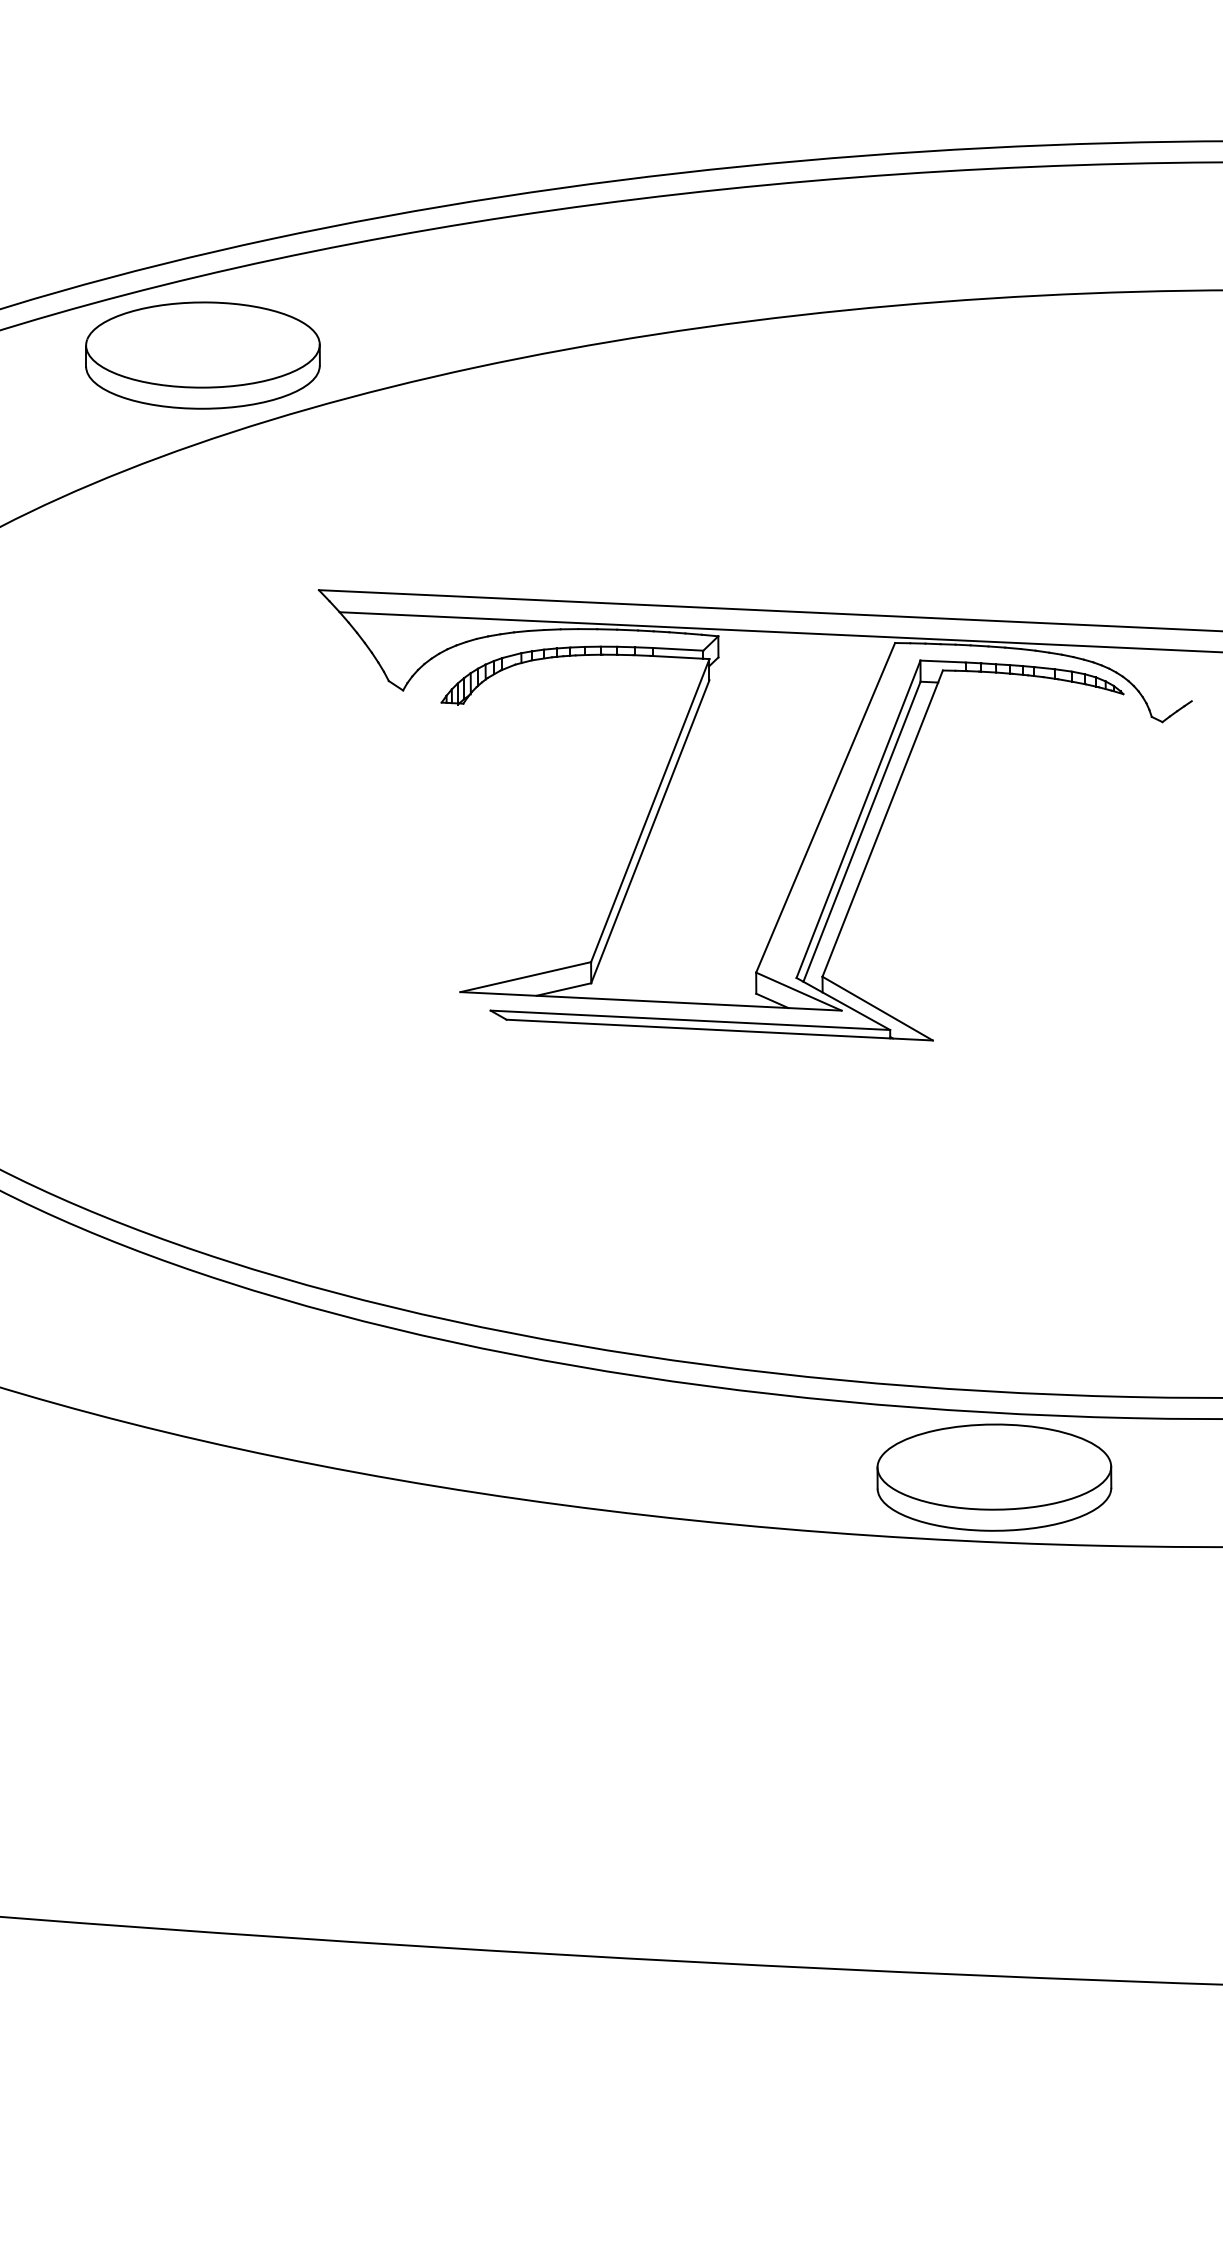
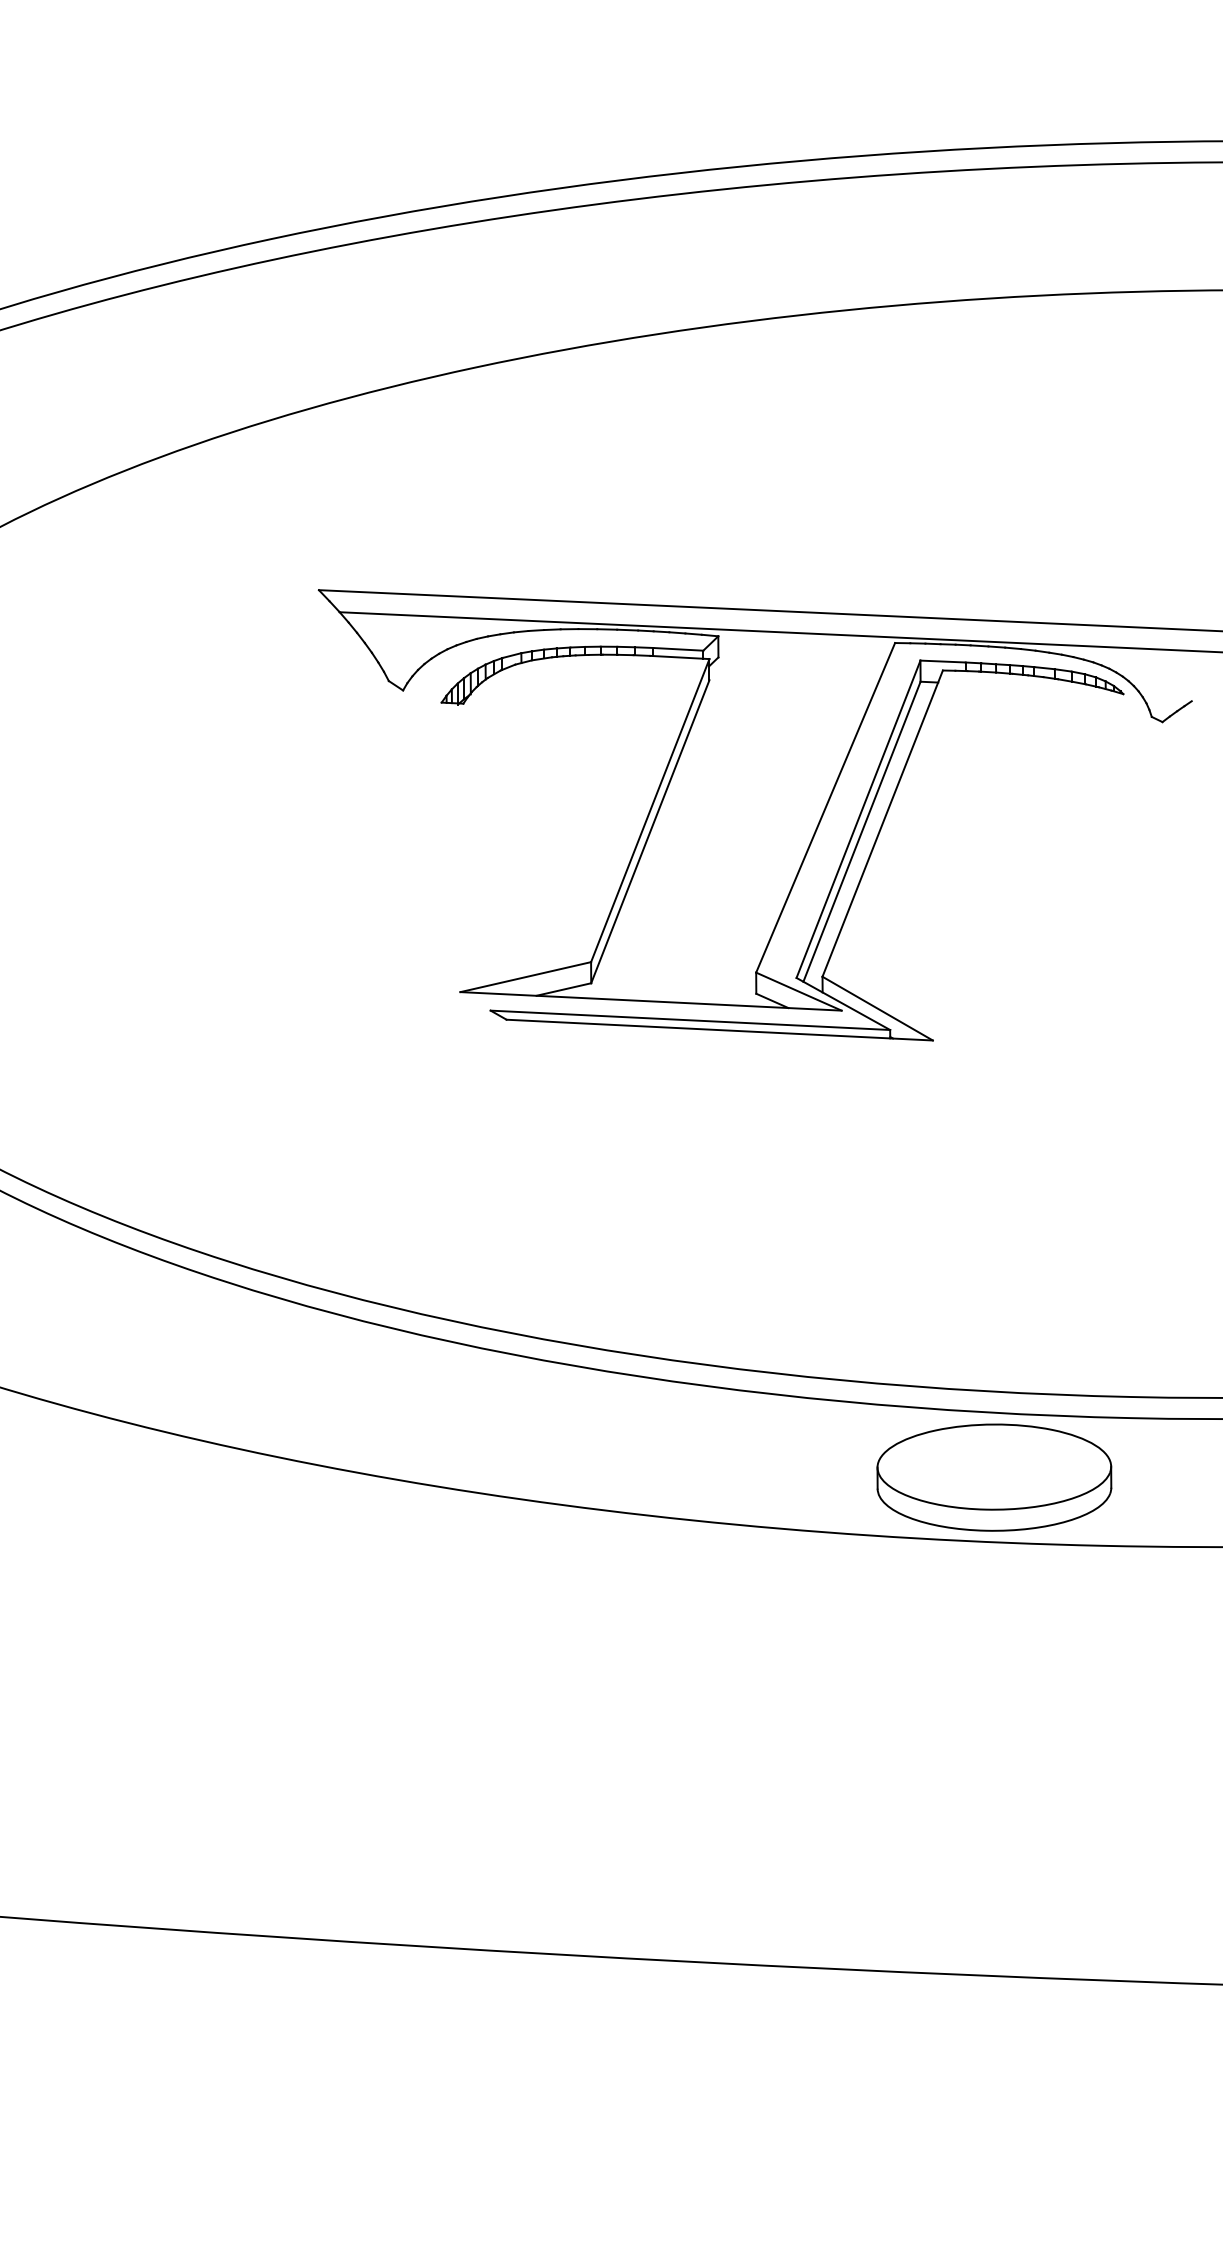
part at (202, 355): present -> none
